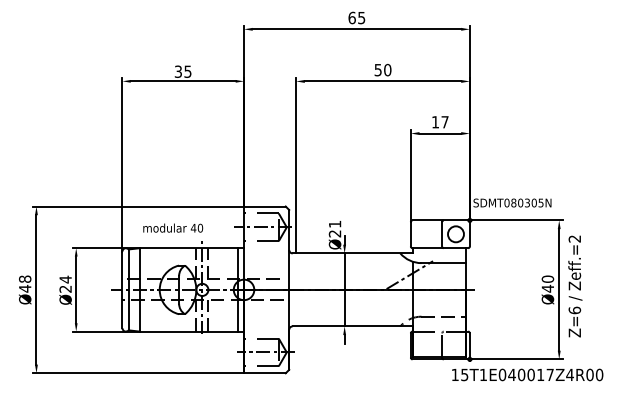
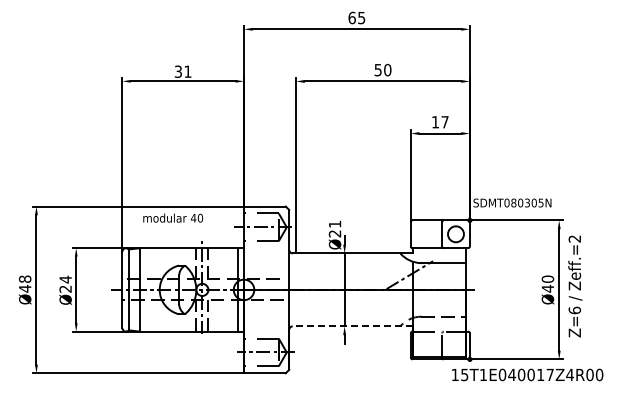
text at (187, 71): 35 -> 31
text at (173, 227) position: (173, 227) -> (173, 217)
line at (352, 326): solid -> dashed
